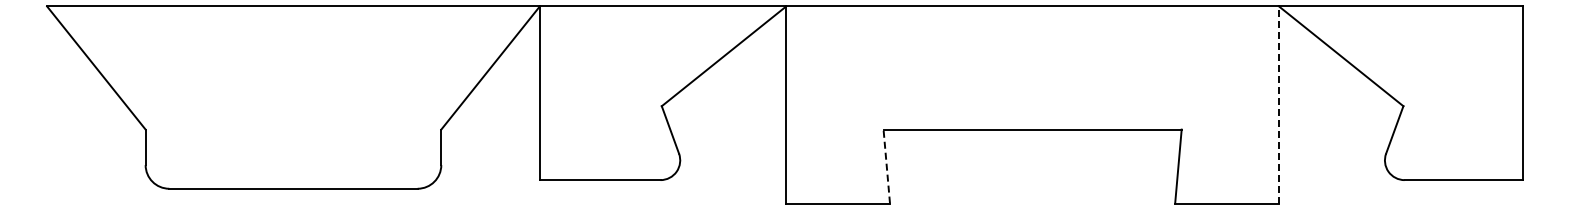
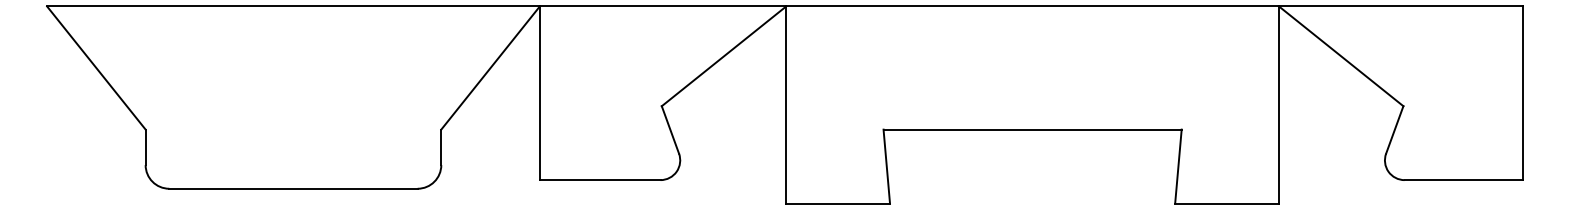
line at (1279, 104): dashed -> solid
line at (886, 166): dashed -> solid
